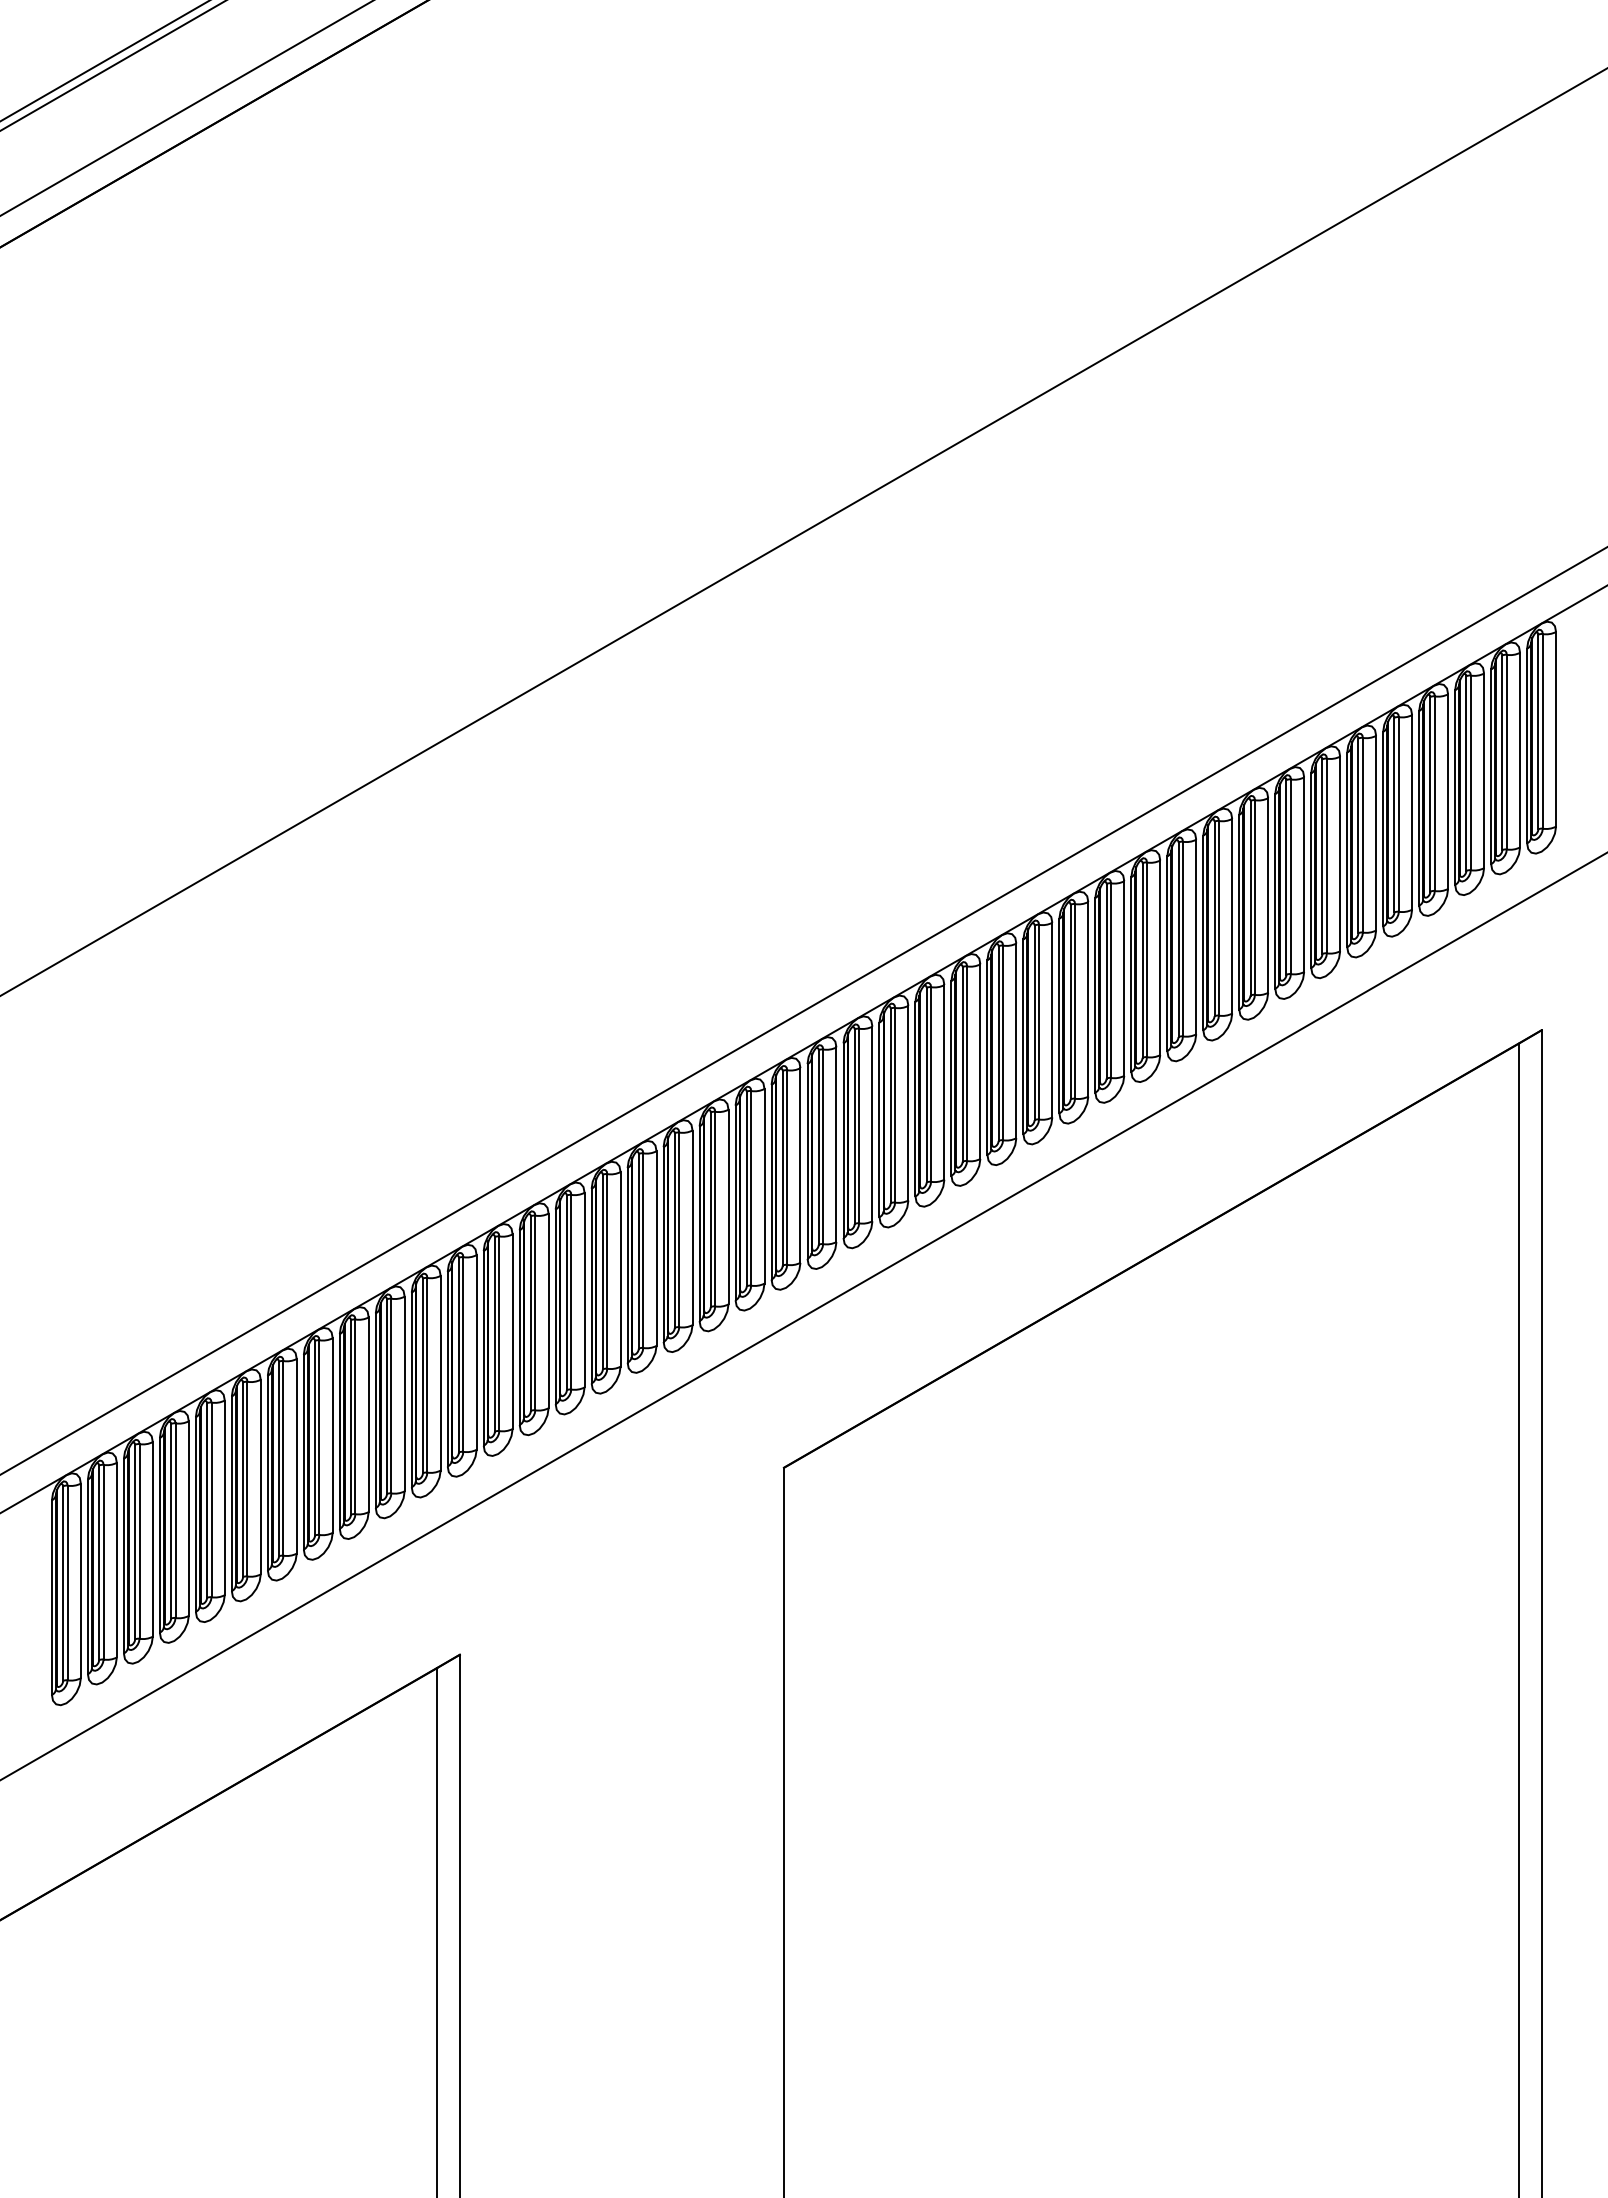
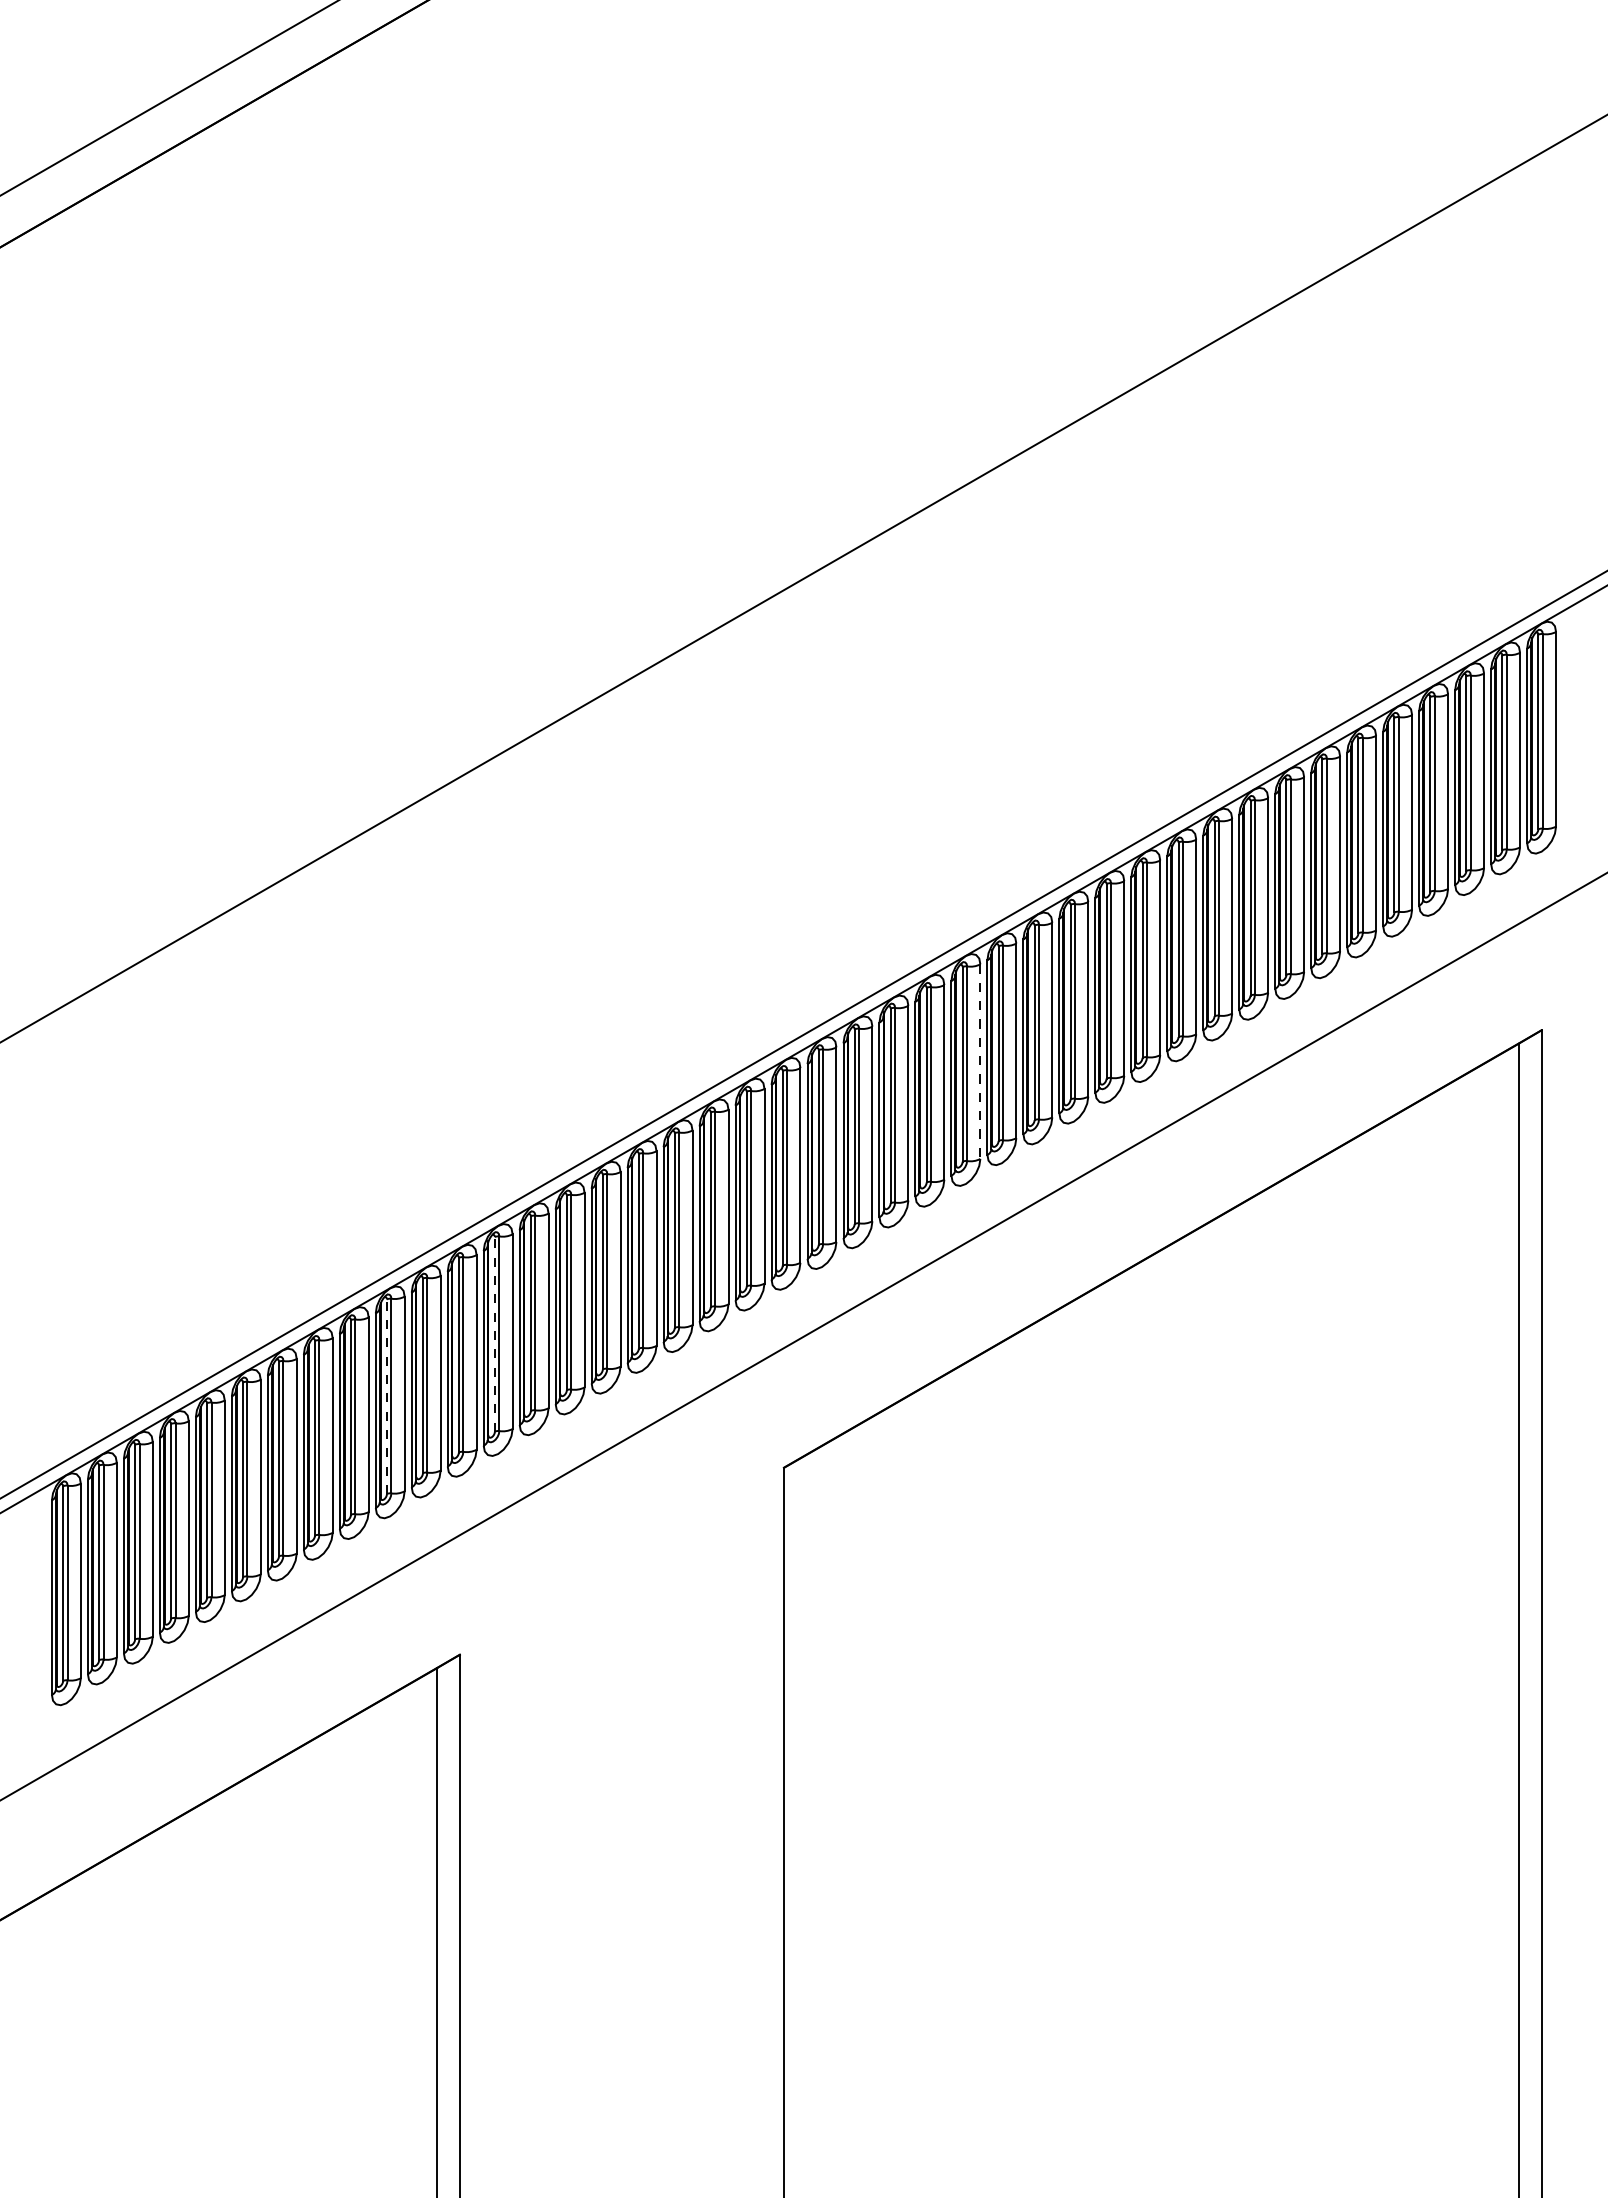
line at (104, 61): present -> none
line at (112, 65): present -> none
line at (186, 108) position: (186, 108) -> (168, 98)
line at (803, 531) position: (803, 531) -> (803, 578)
line at (803, 1010) position: (803, 1010) -> (803, 1034)
line at (980, 1062): solid -> dashed
line at (803, 1316) position: (803, 1316) -> (803, 1336)
line at (494, 1333): solid -> dashed
line at (386, 1396): solid -> dashed
